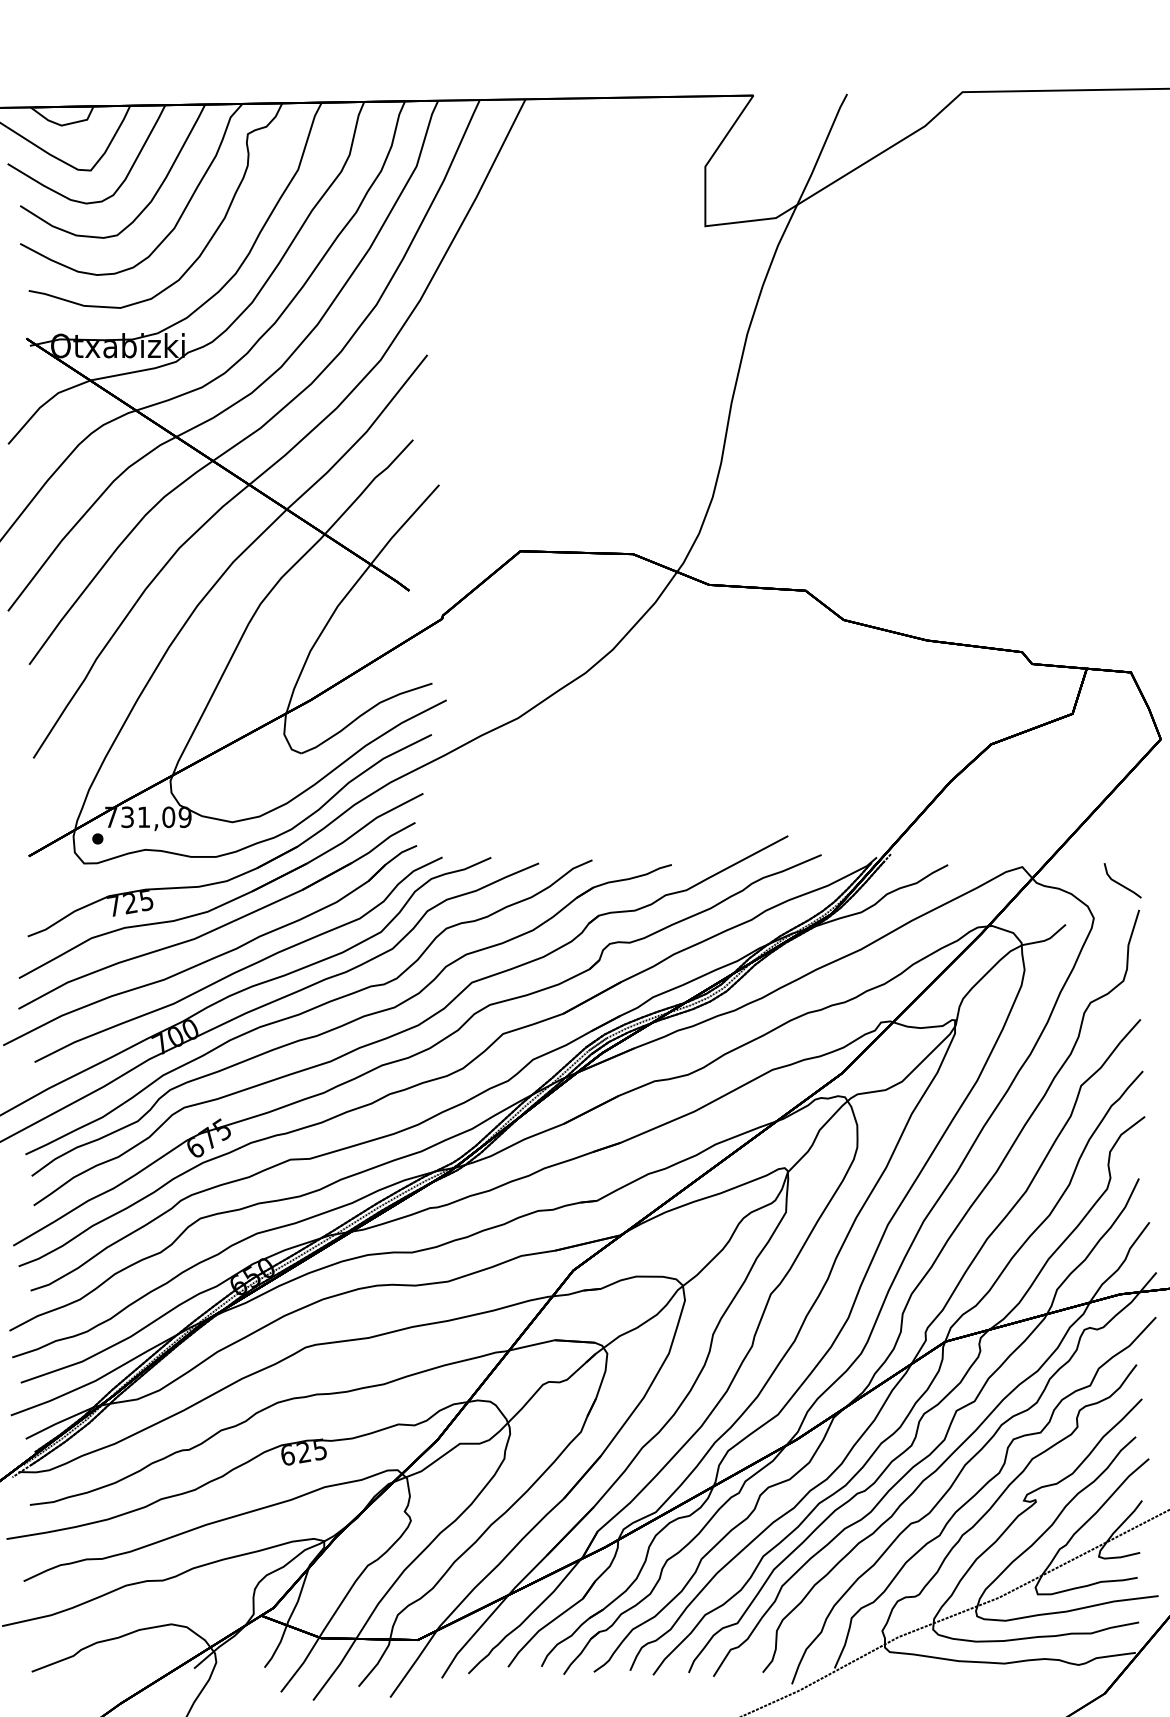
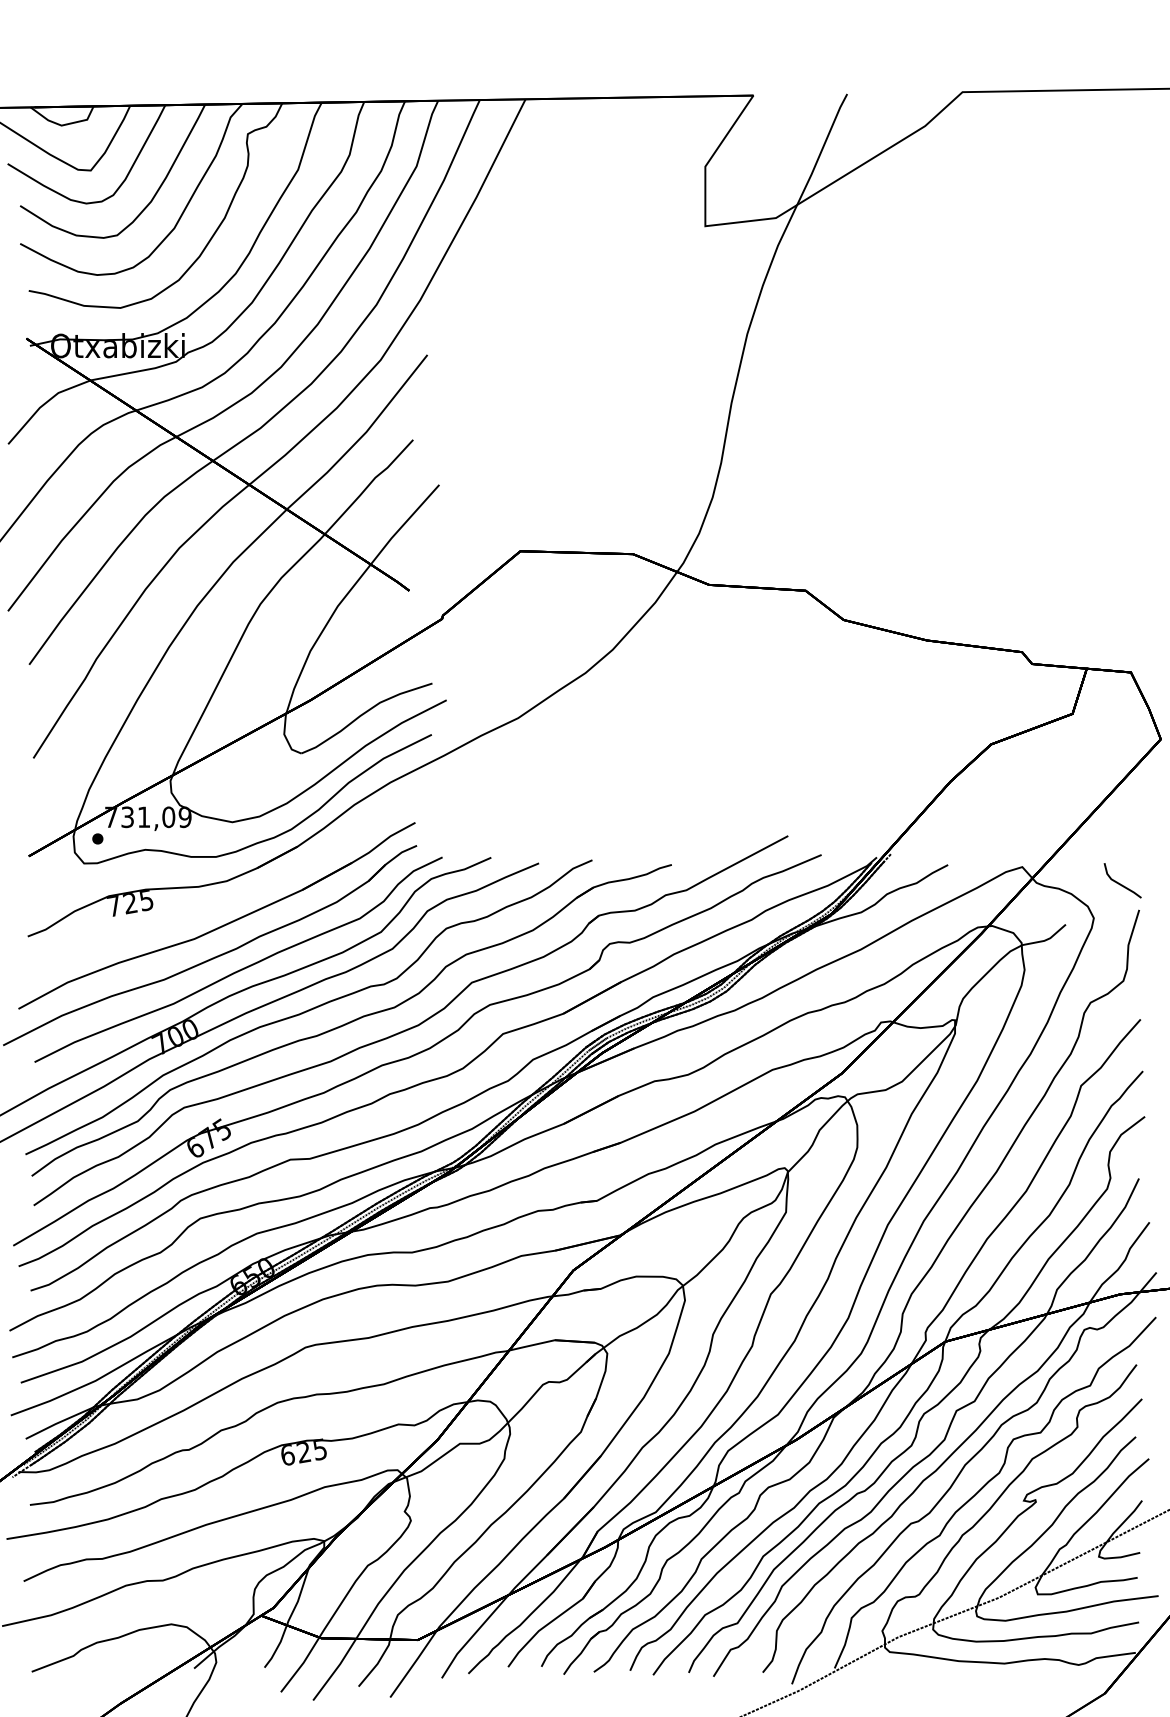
part at (227, 901): present -> none
